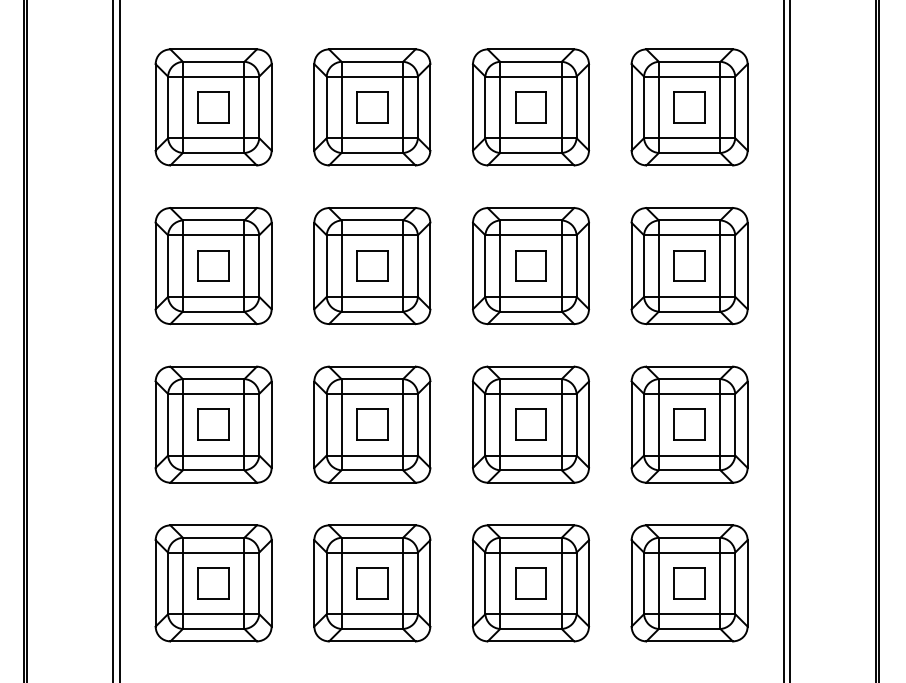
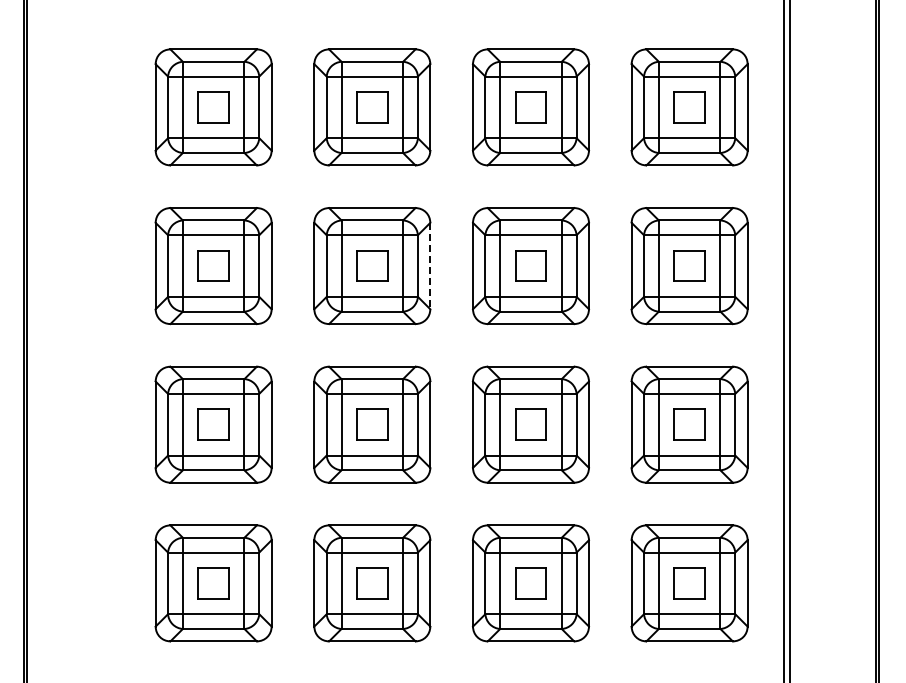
line at (430, 266): solid -> dashed
line at (113, 340): present -> none
line at (119, 340): present -> none
